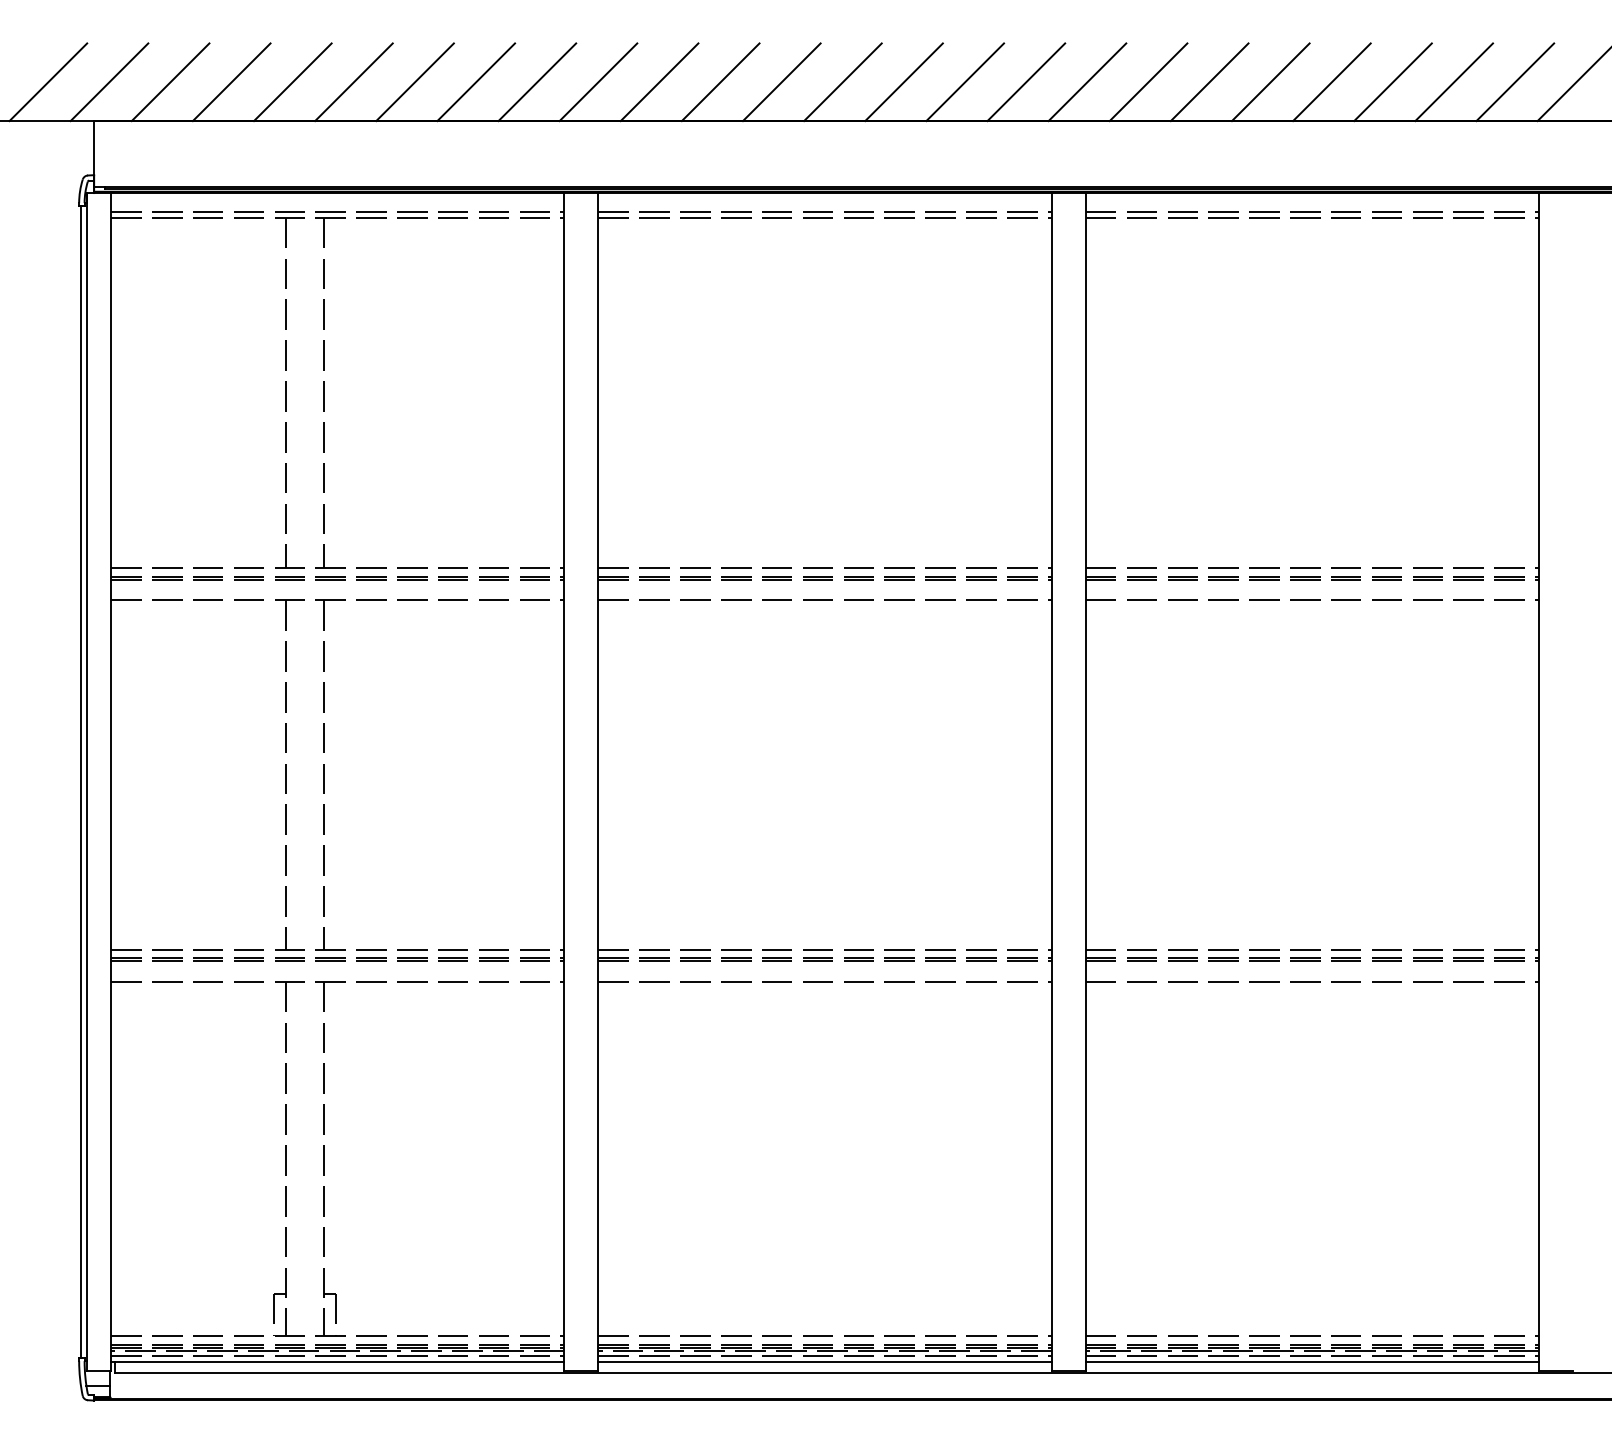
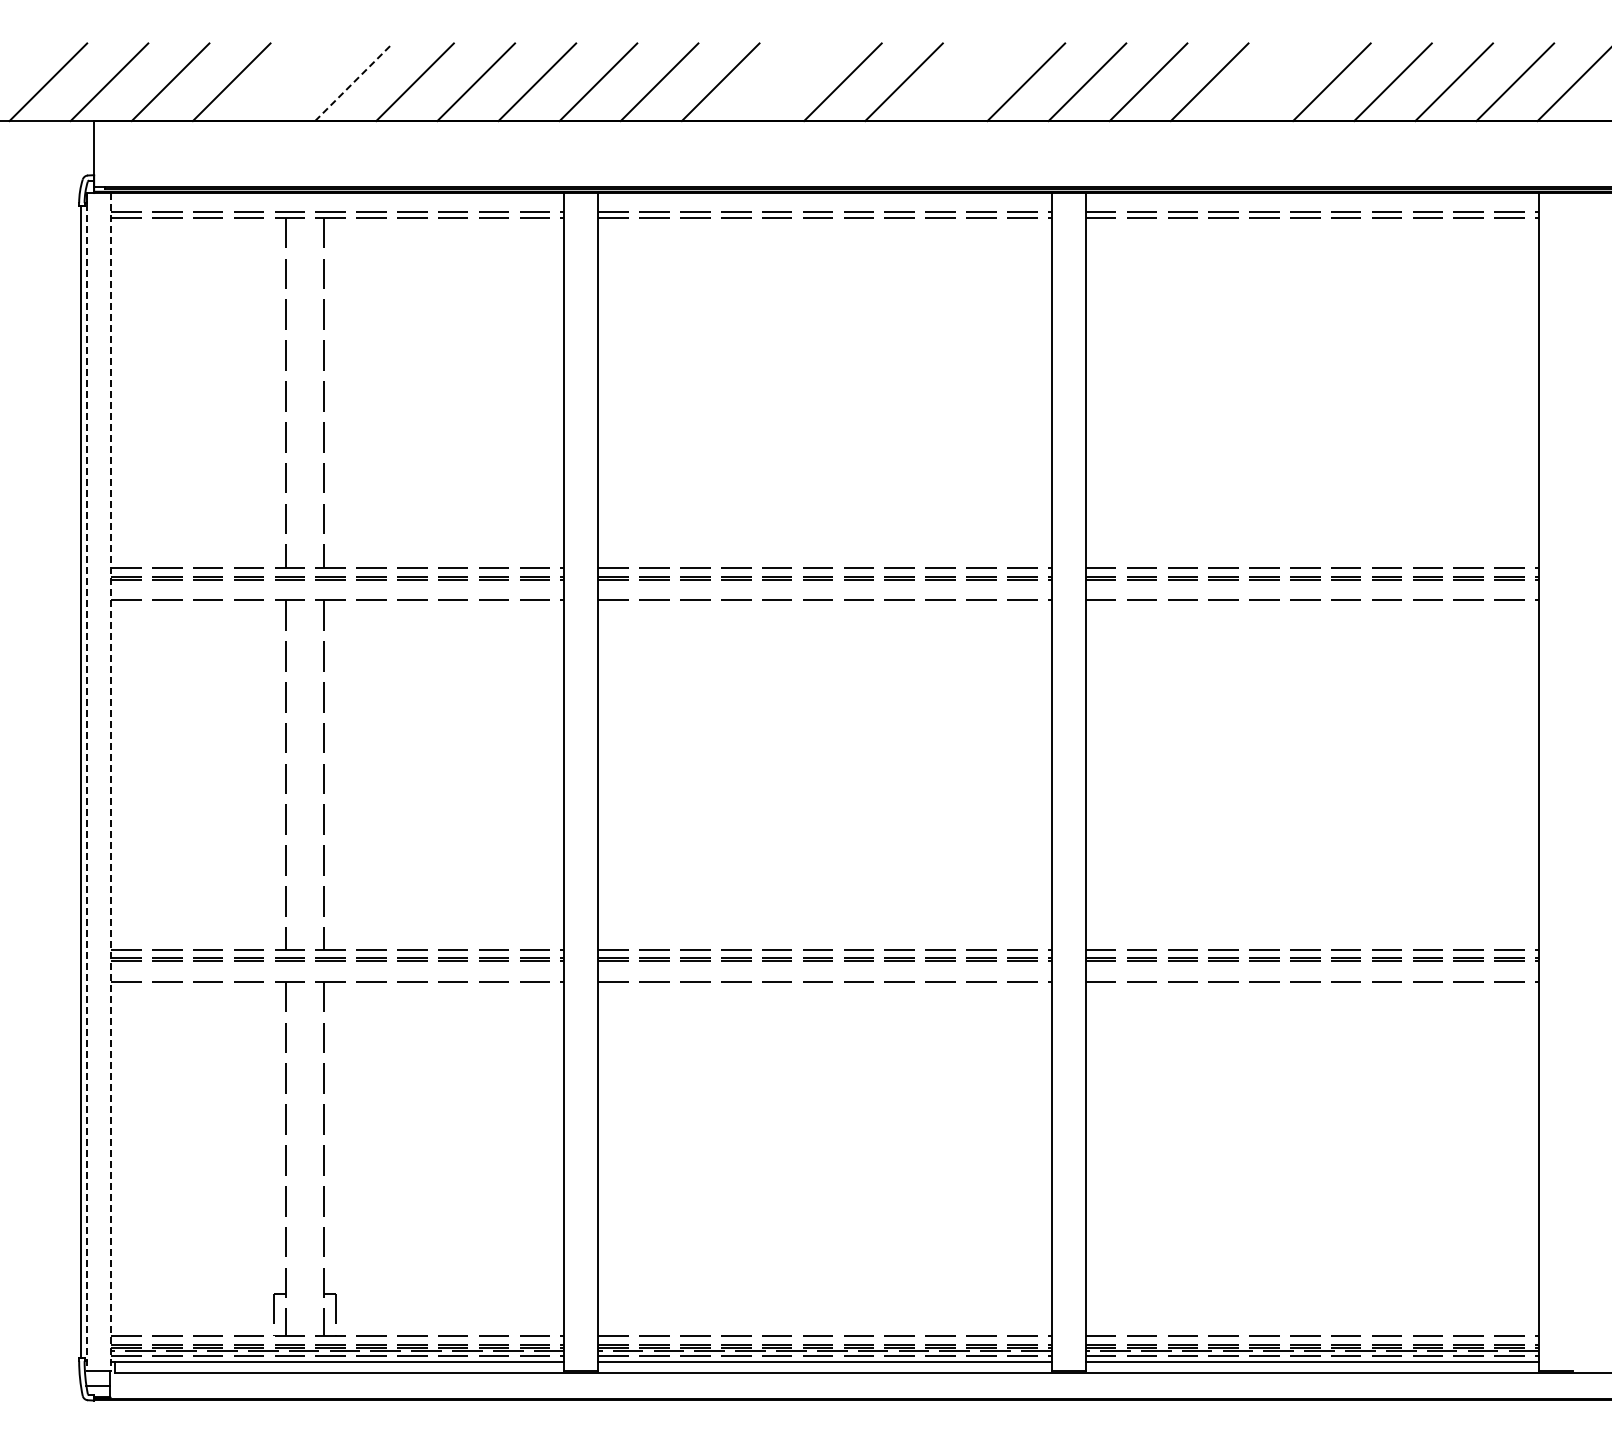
line at (292, 82): present -> none
line at (353, 82): solid -> dashed
line at (781, 82): present -> none
line at (965, 82): present -> none
line at (1270, 82): present -> none
line at (87, 782): solid -> dashed
line at (111, 782): solid -> dashed
